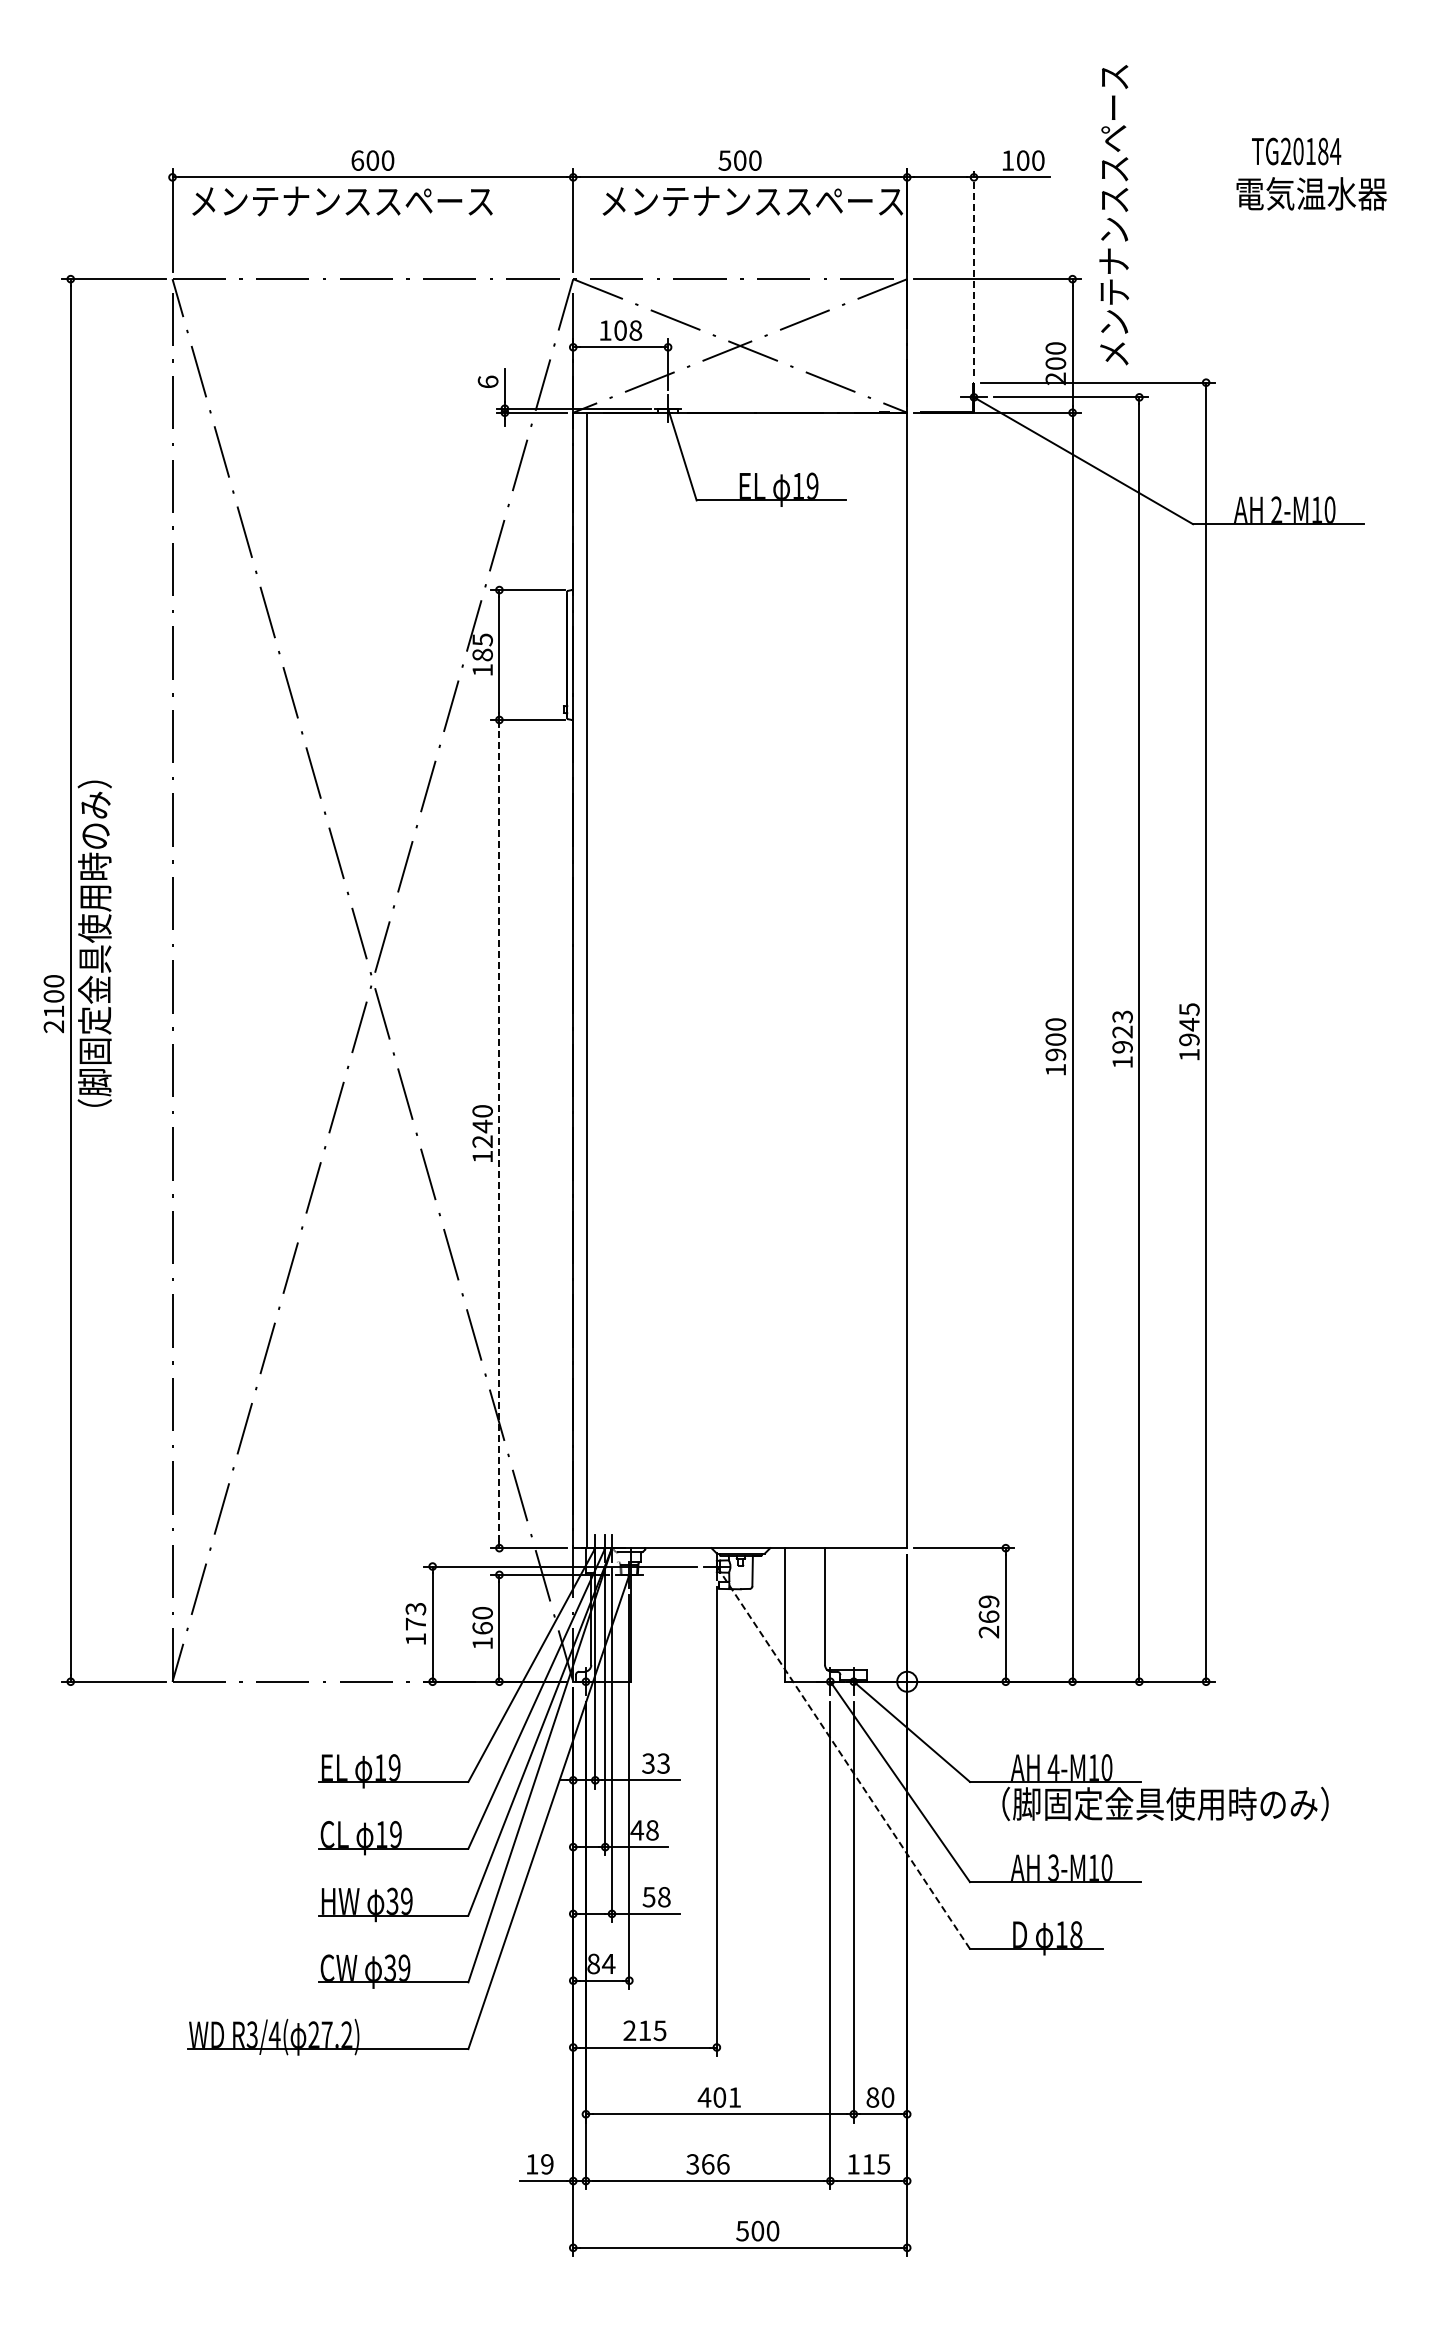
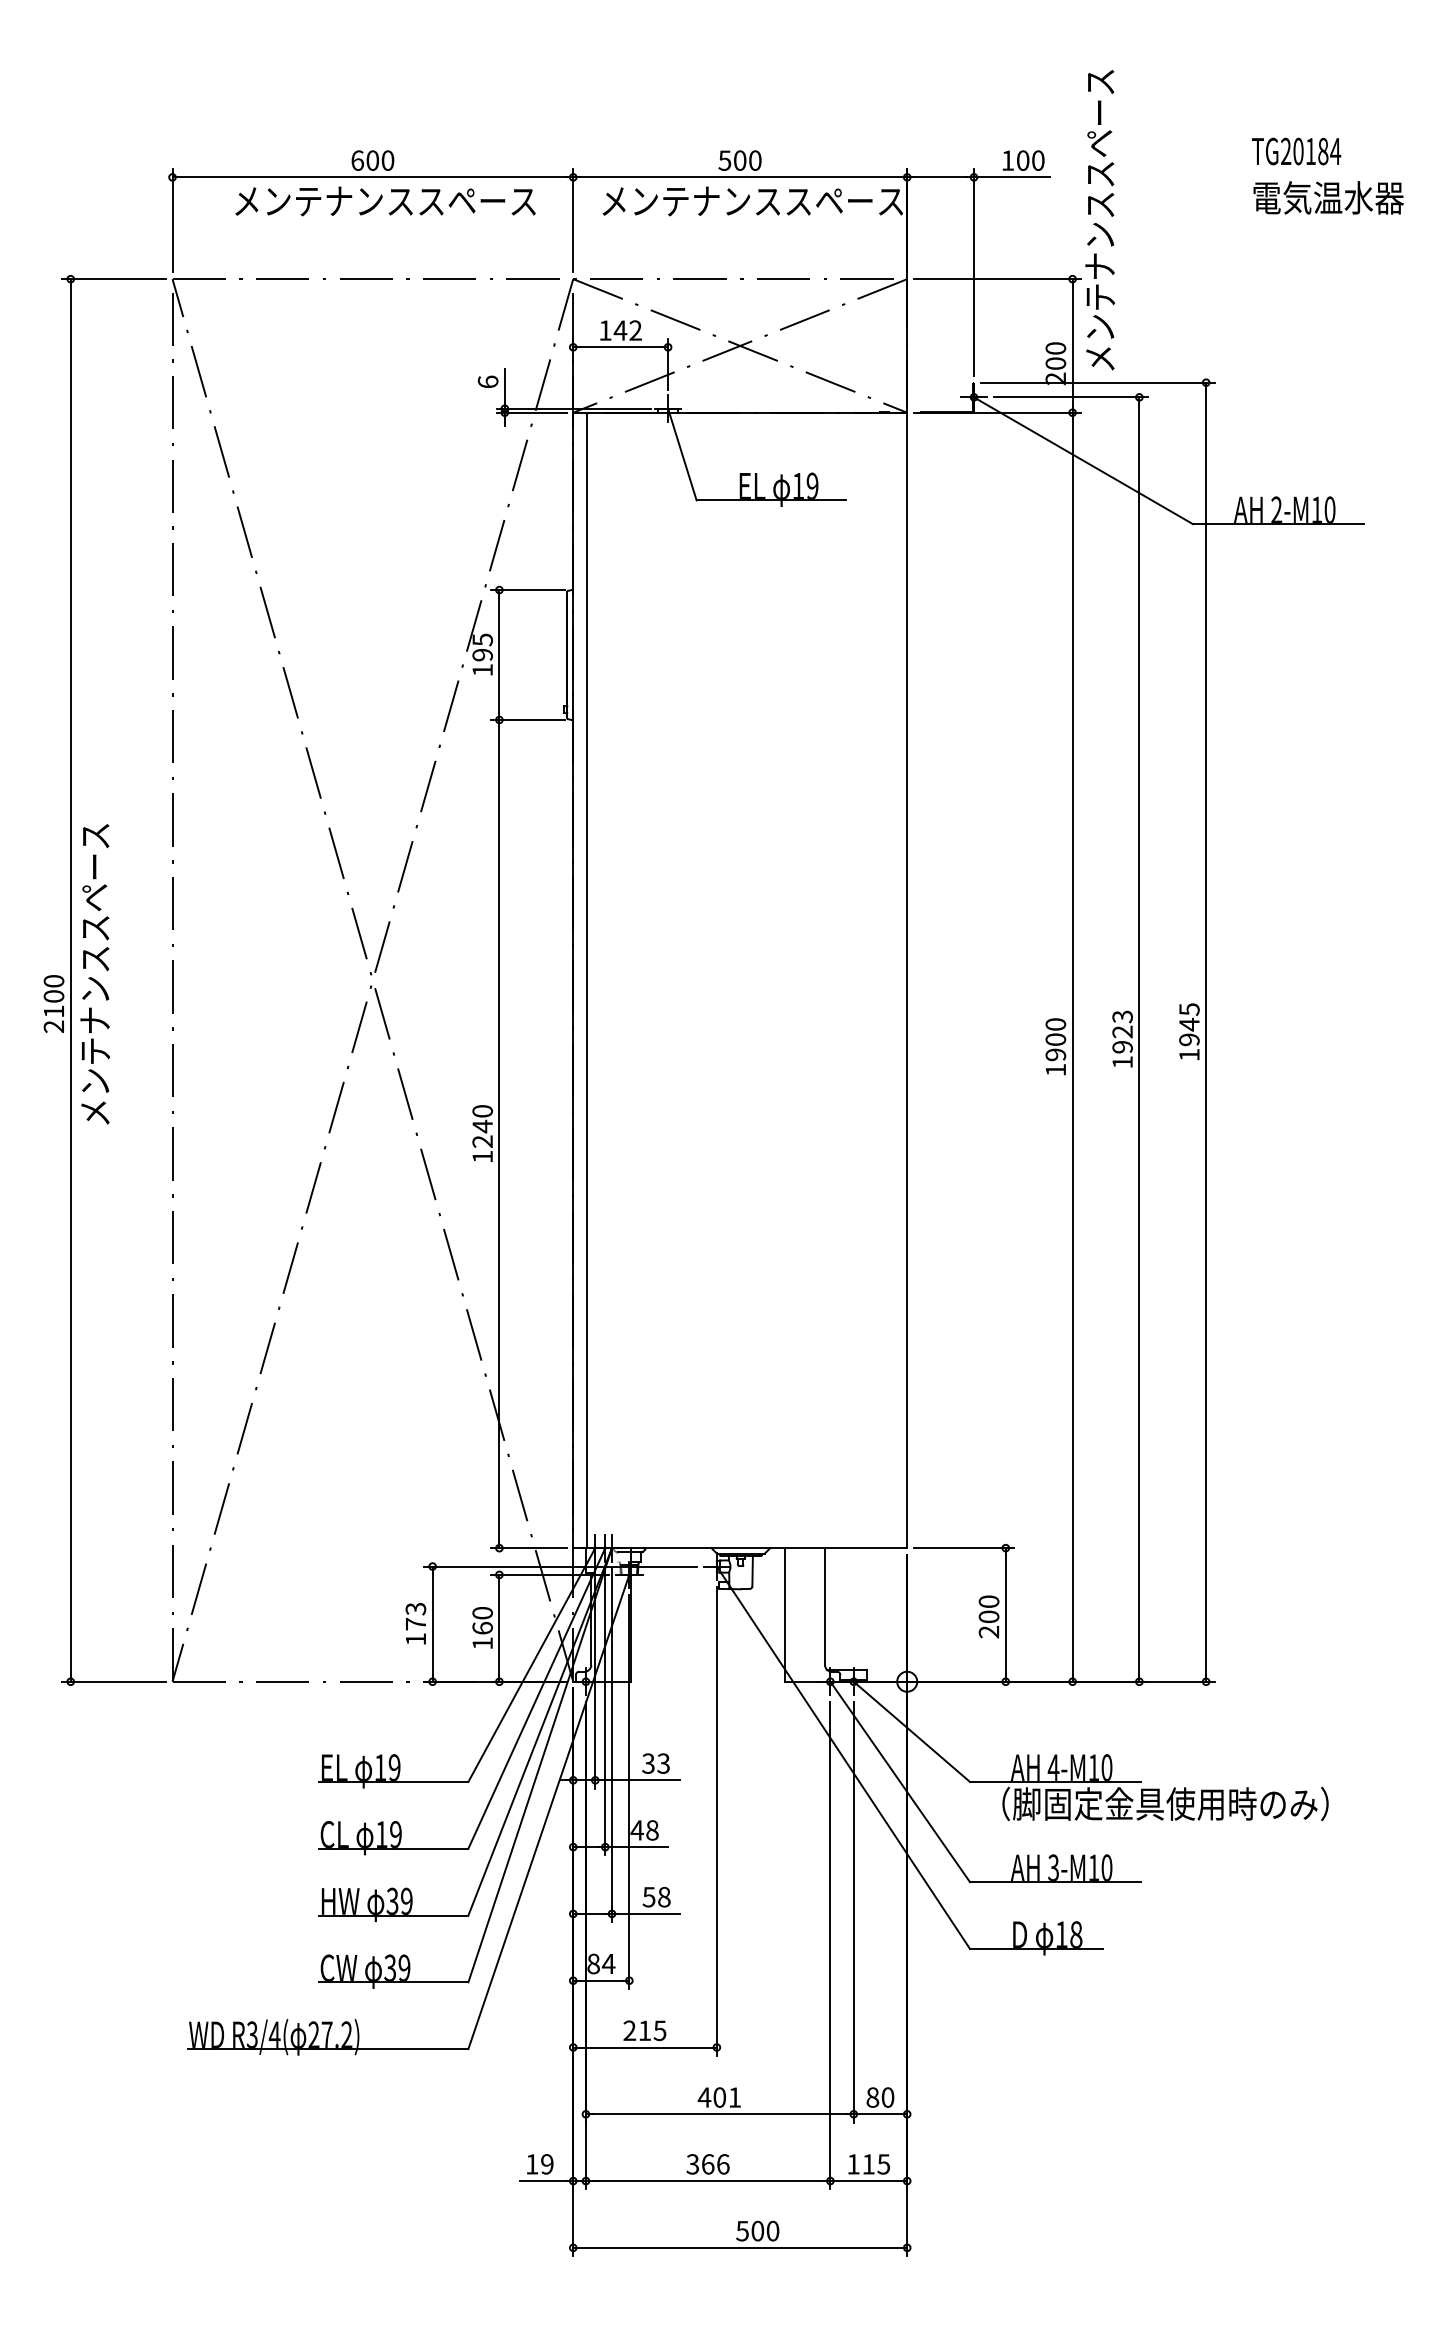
text at (1311, 193) position: (1311, 193) -> (1328, 197)
text at (342, 201) position: (342, 201) -> (385, 201)
text at (1114, 215) position: (1114, 215) -> (1100, 220)
line at (974, 272): dashed -> solid
text at (627, 330): 108 -> 142
text at (482, 654): 185 -> 195
text at (94, 952): （脚固定金具使用時のみ） -> メンテナンススペース
line at (499, 1133): dashed -> solid
text at (988, 1609): 269 -> 200
line at (843, 1757): dashed -> solid
